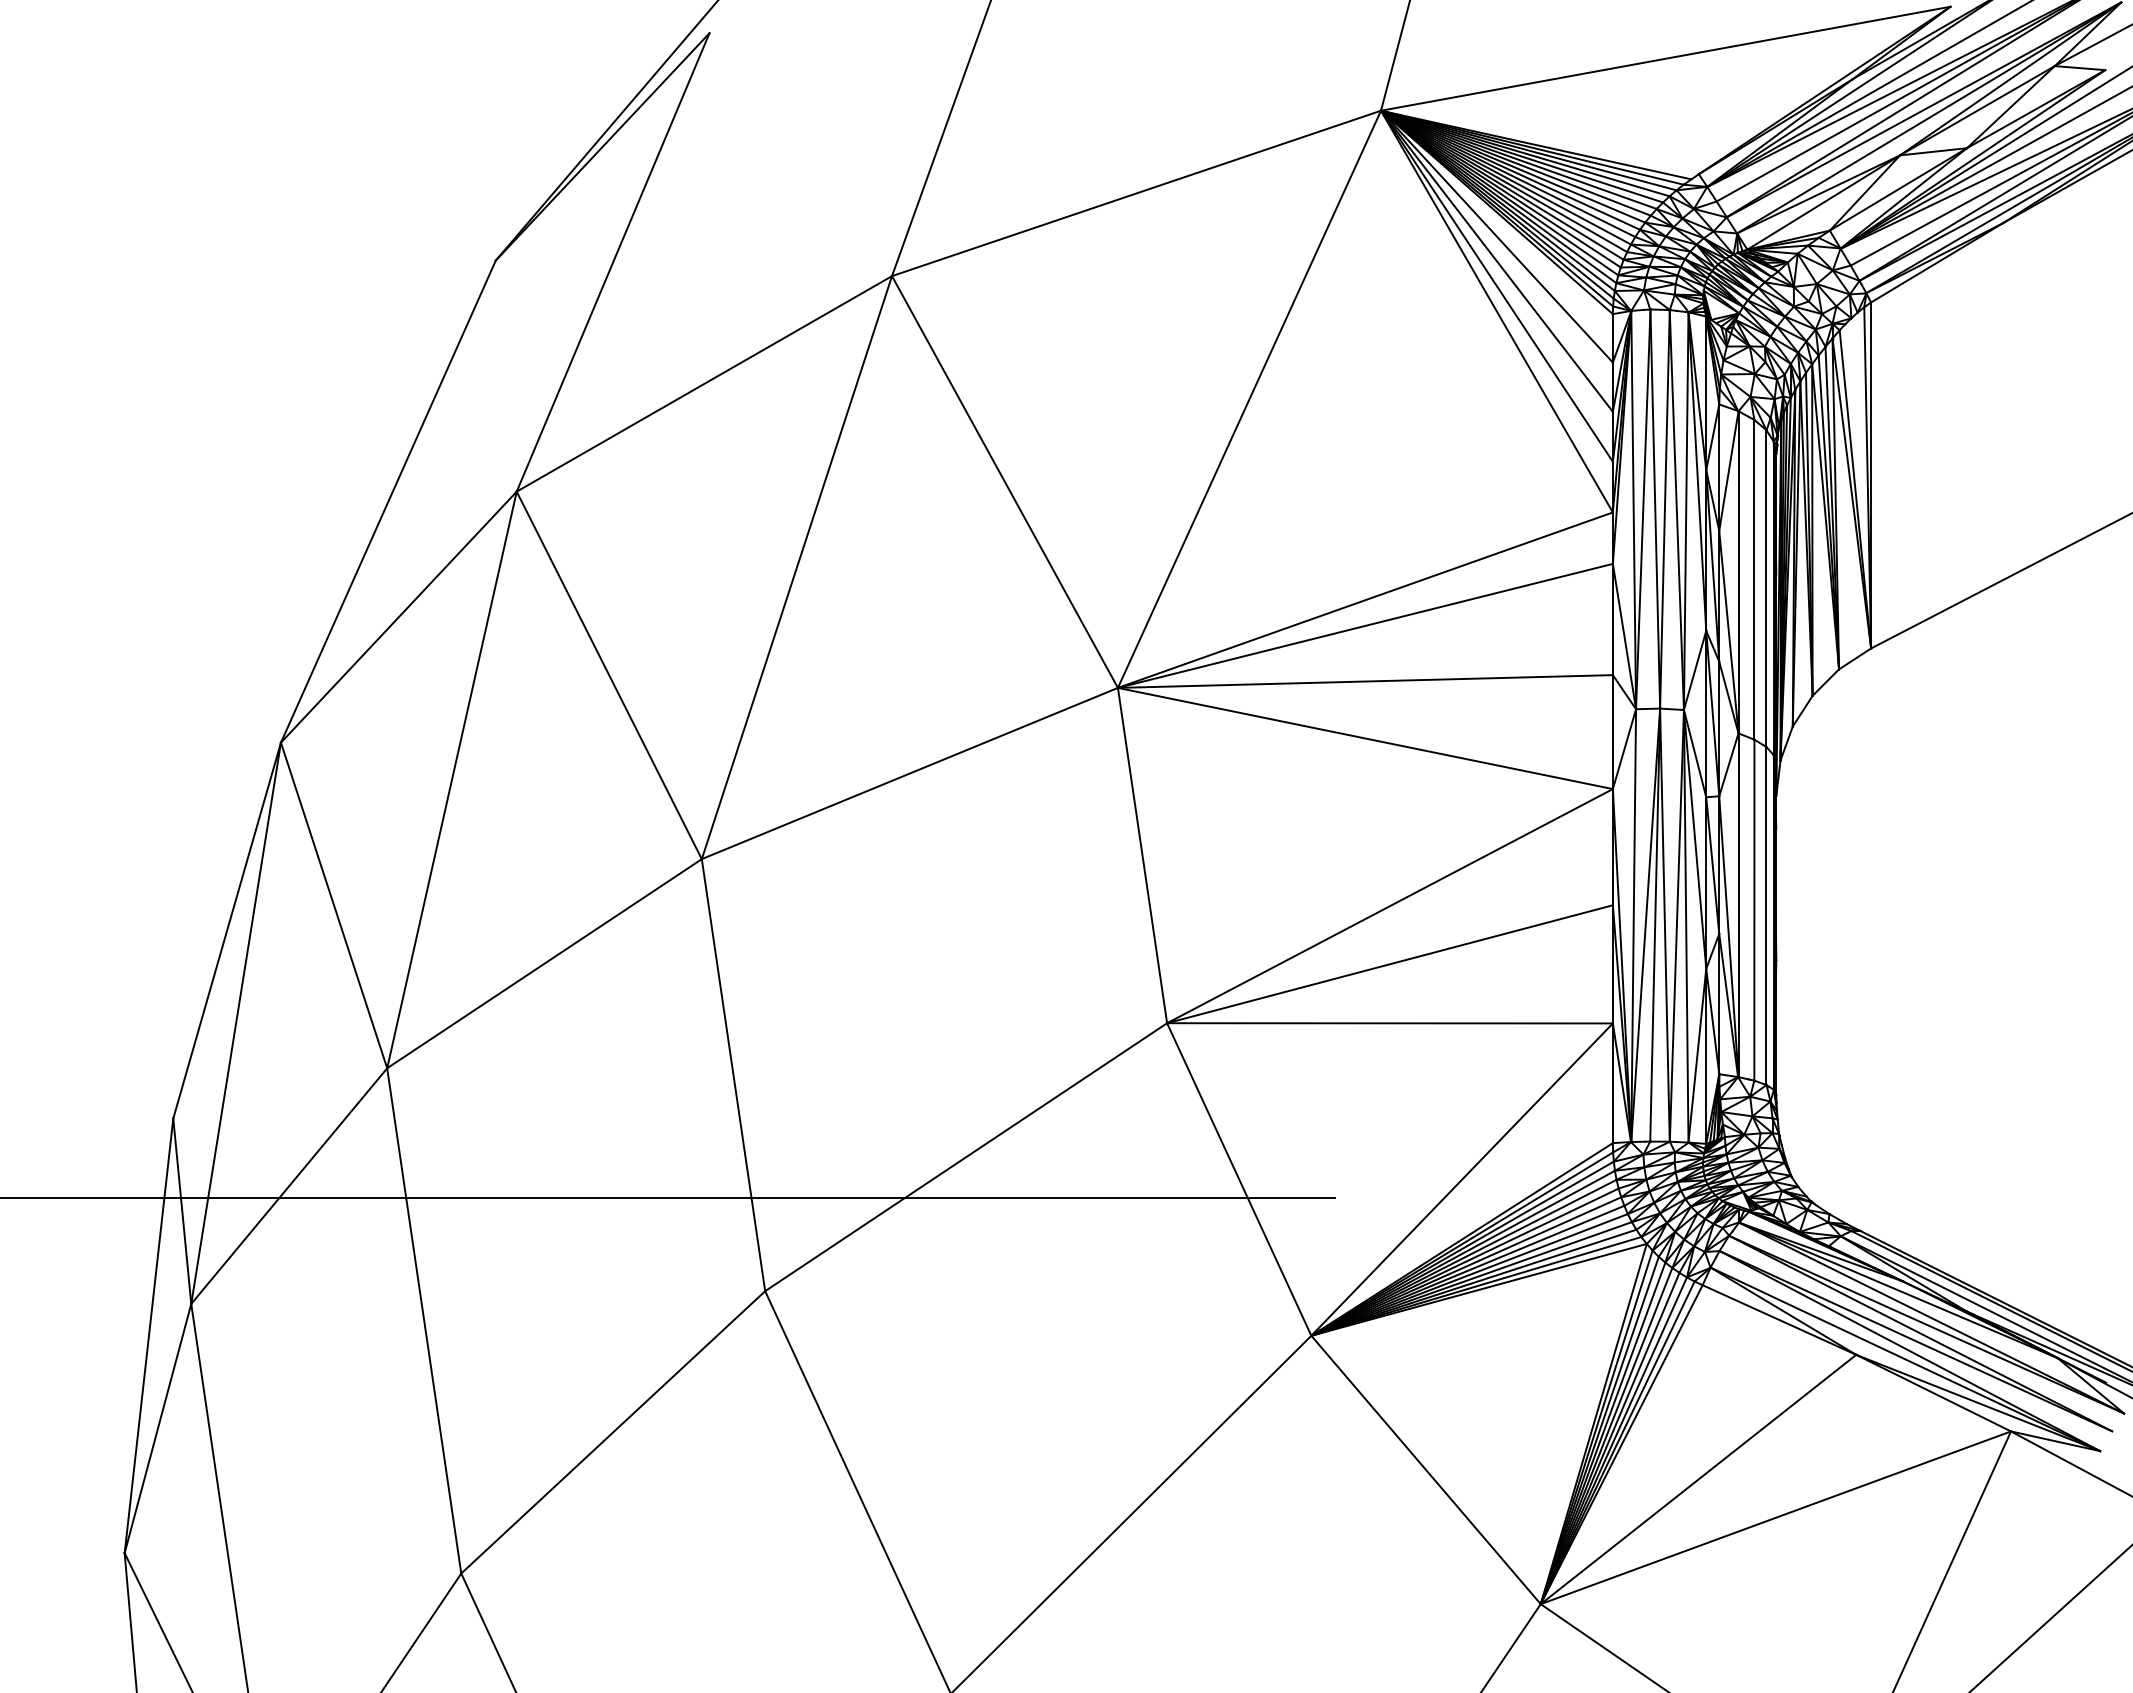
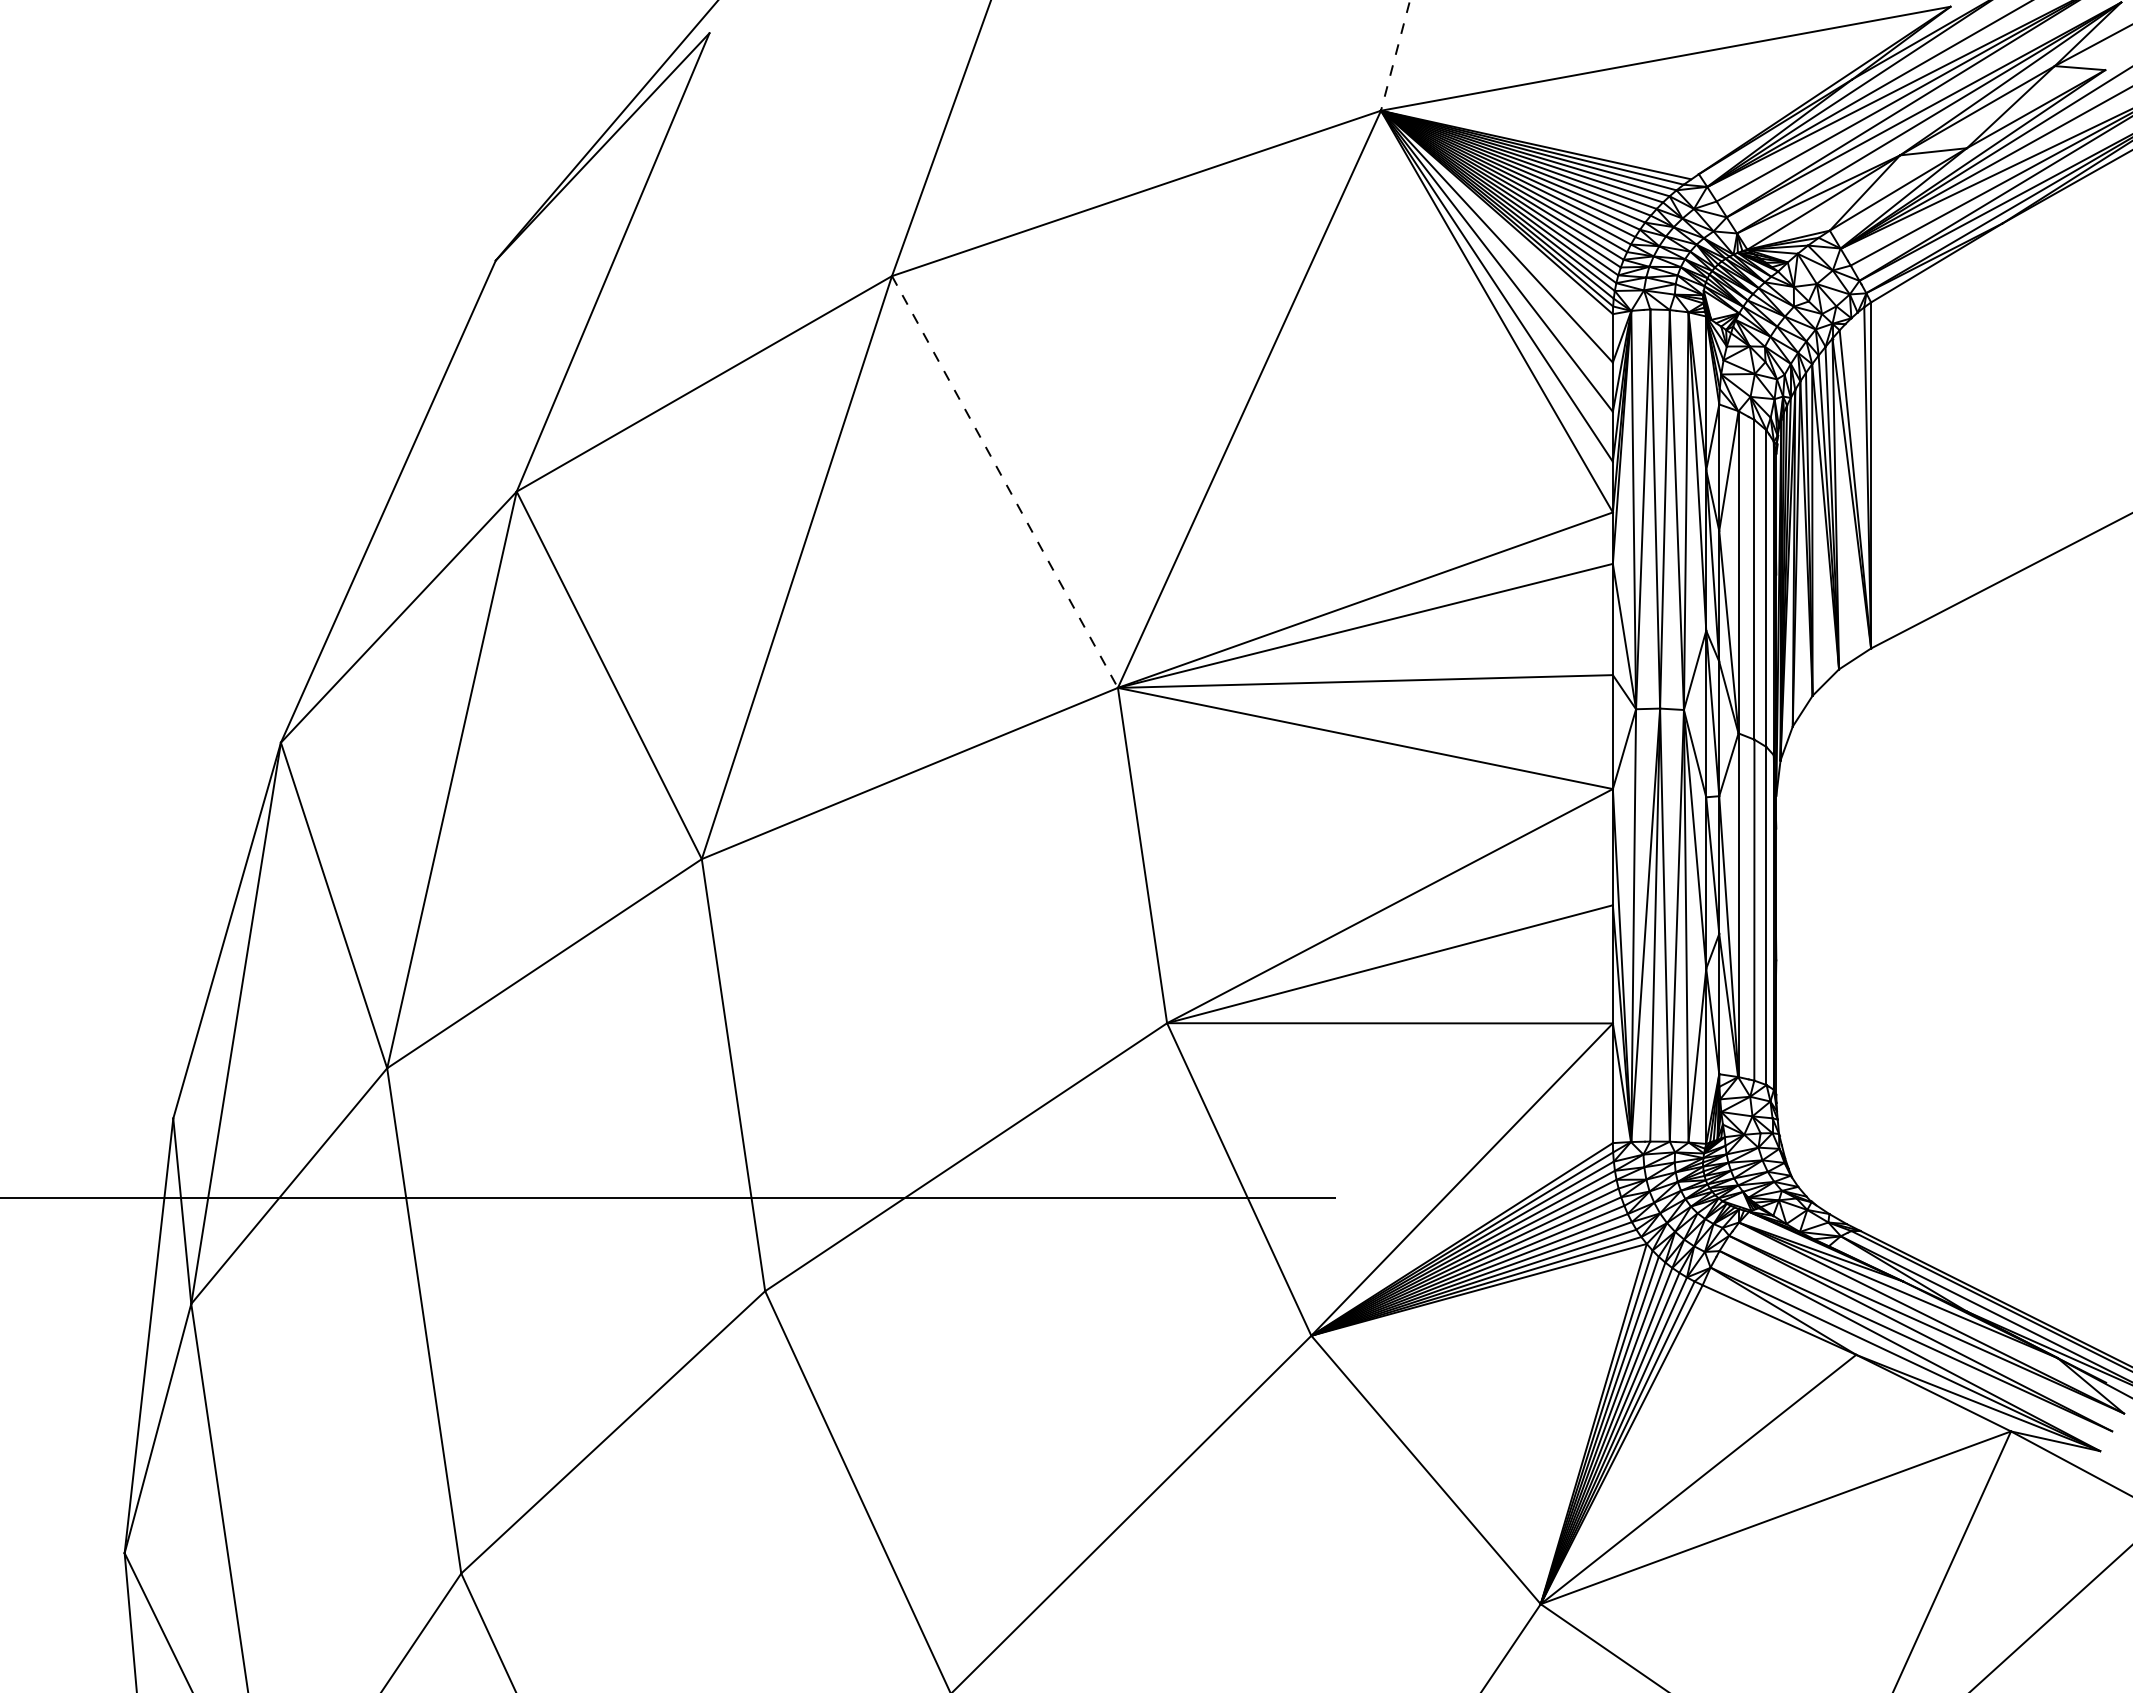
line at (1395, 55): solid -> dashed
line at (1004, 482): solid -> dashed
